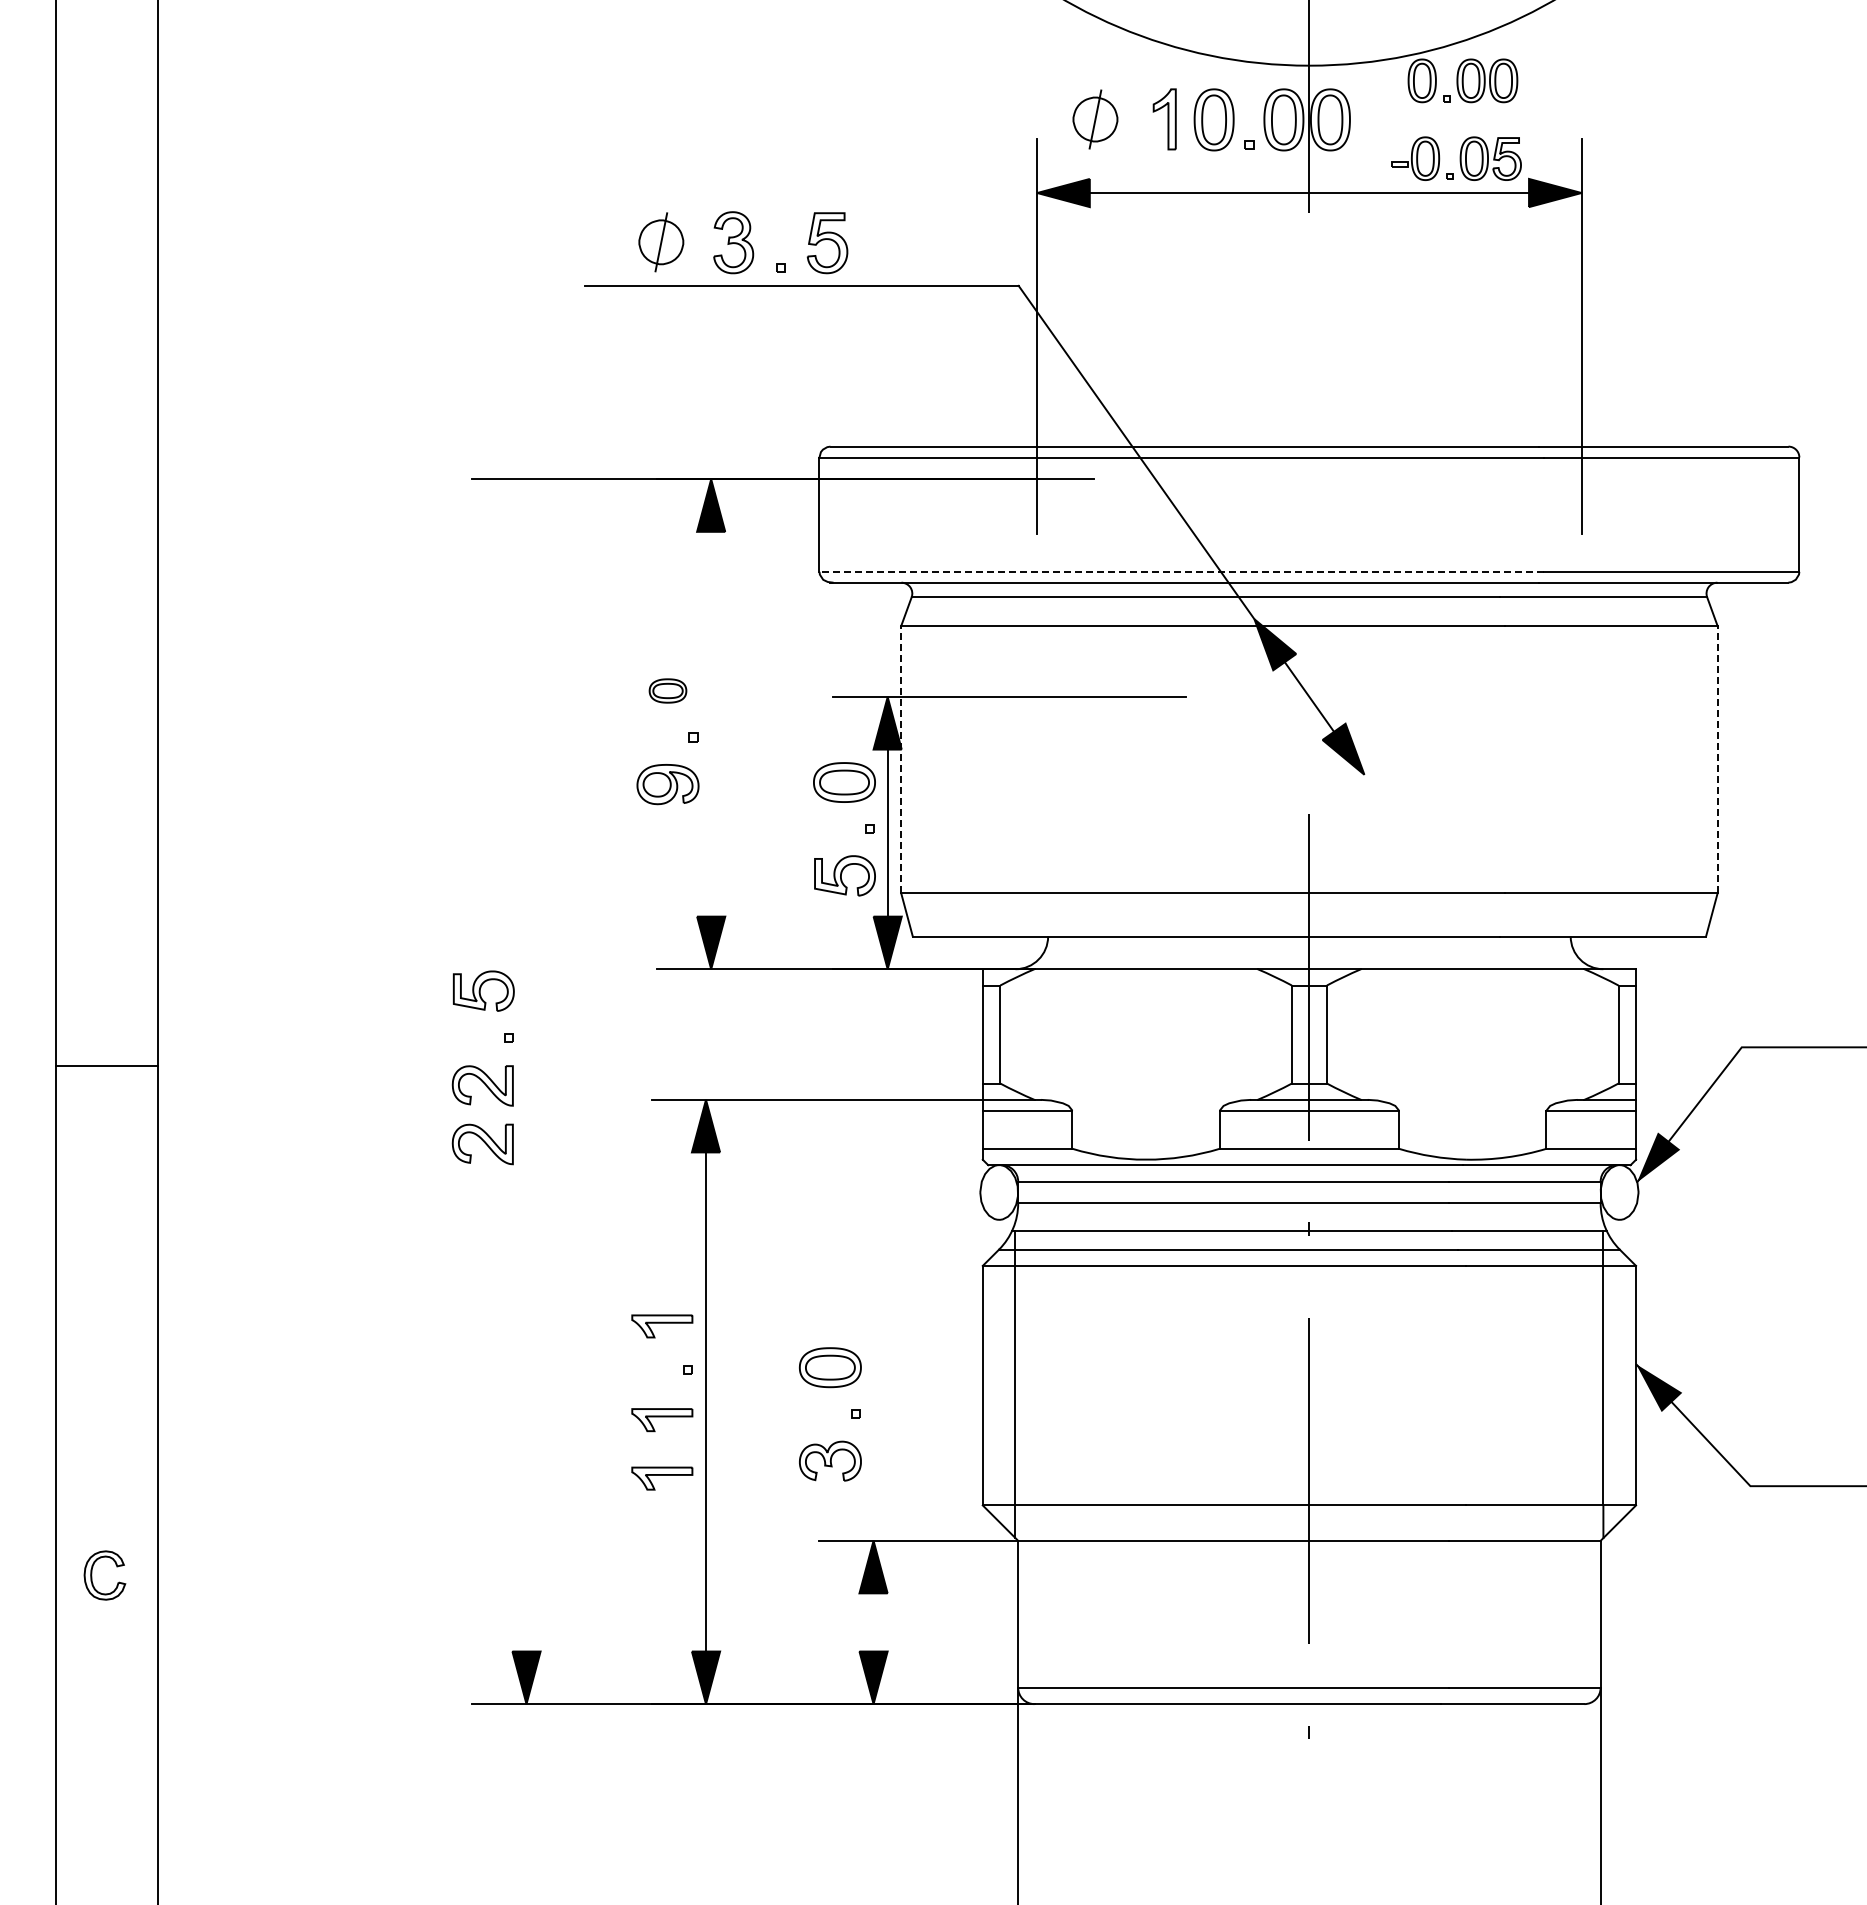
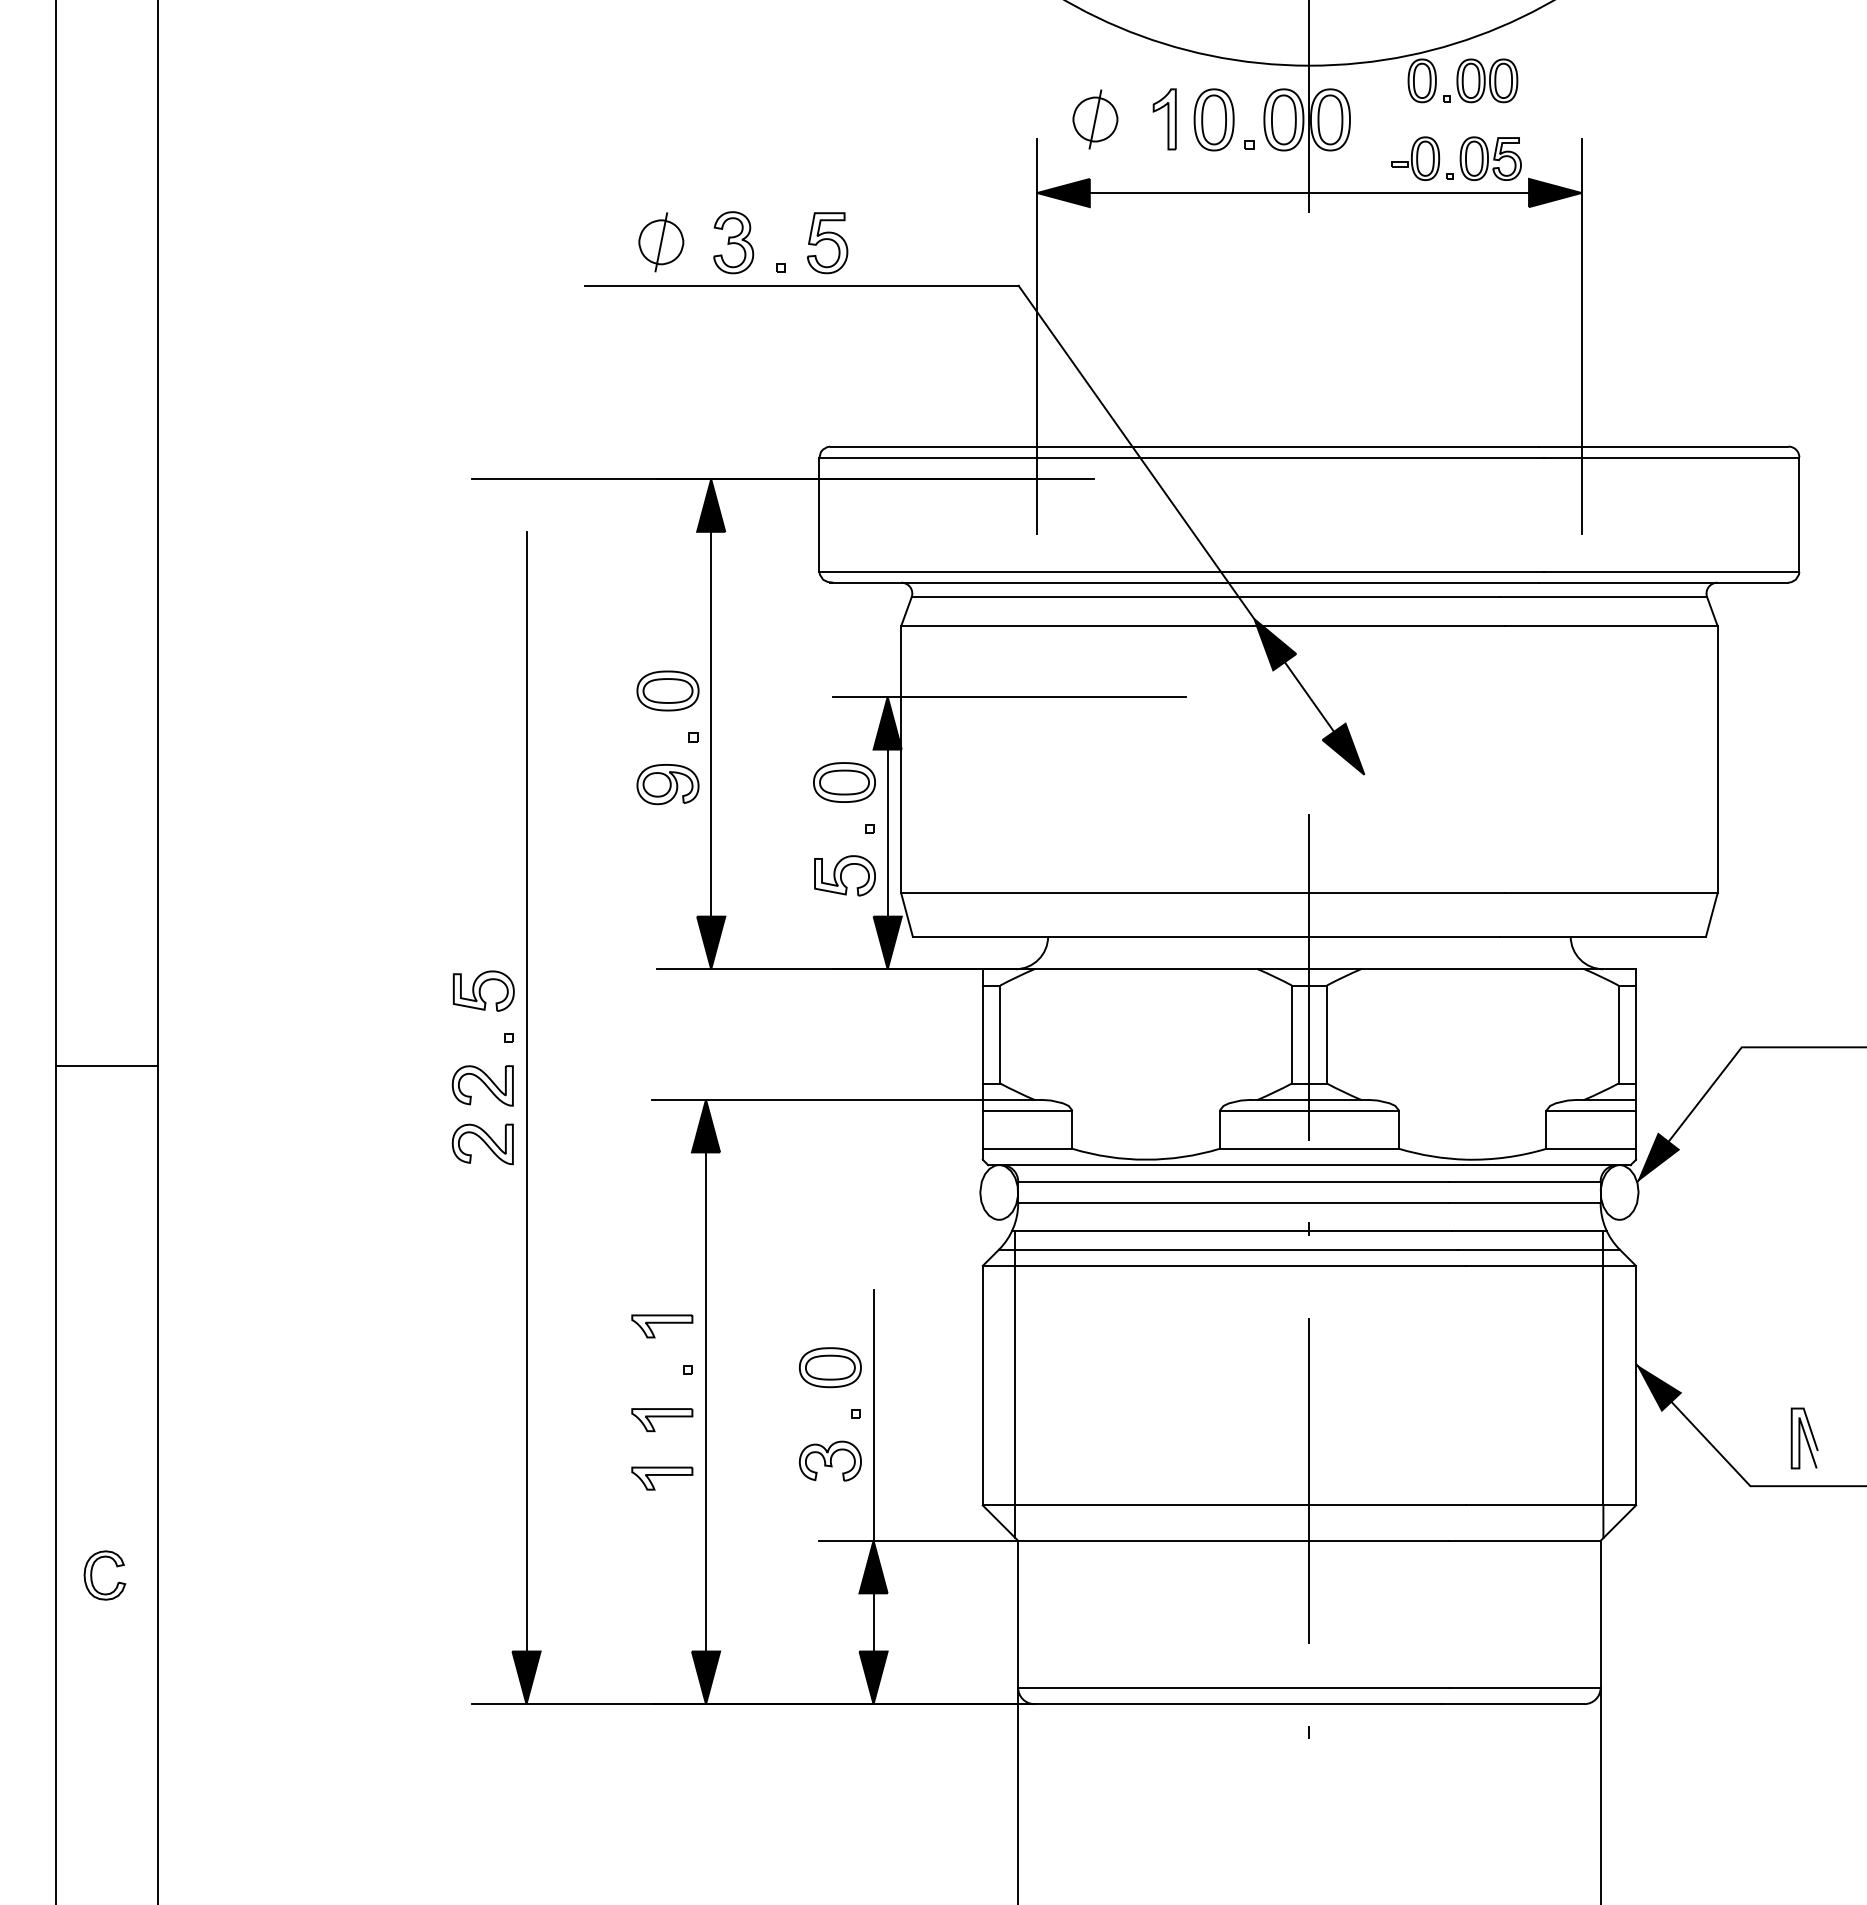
line at (1181, 571): dashed -> solid
part at (667, 690) size: 40x26 px -> 64x42 px
line at (711, 723): none -> present
line at (901, 759): dashed -> solid
line at (1717, 759): dashed -> solid
line at (526, 1091): none -> present
line at (873, 1414): none -> present
curve at (1805, 1438): none -> present
line at (873, 1622): none -> present
